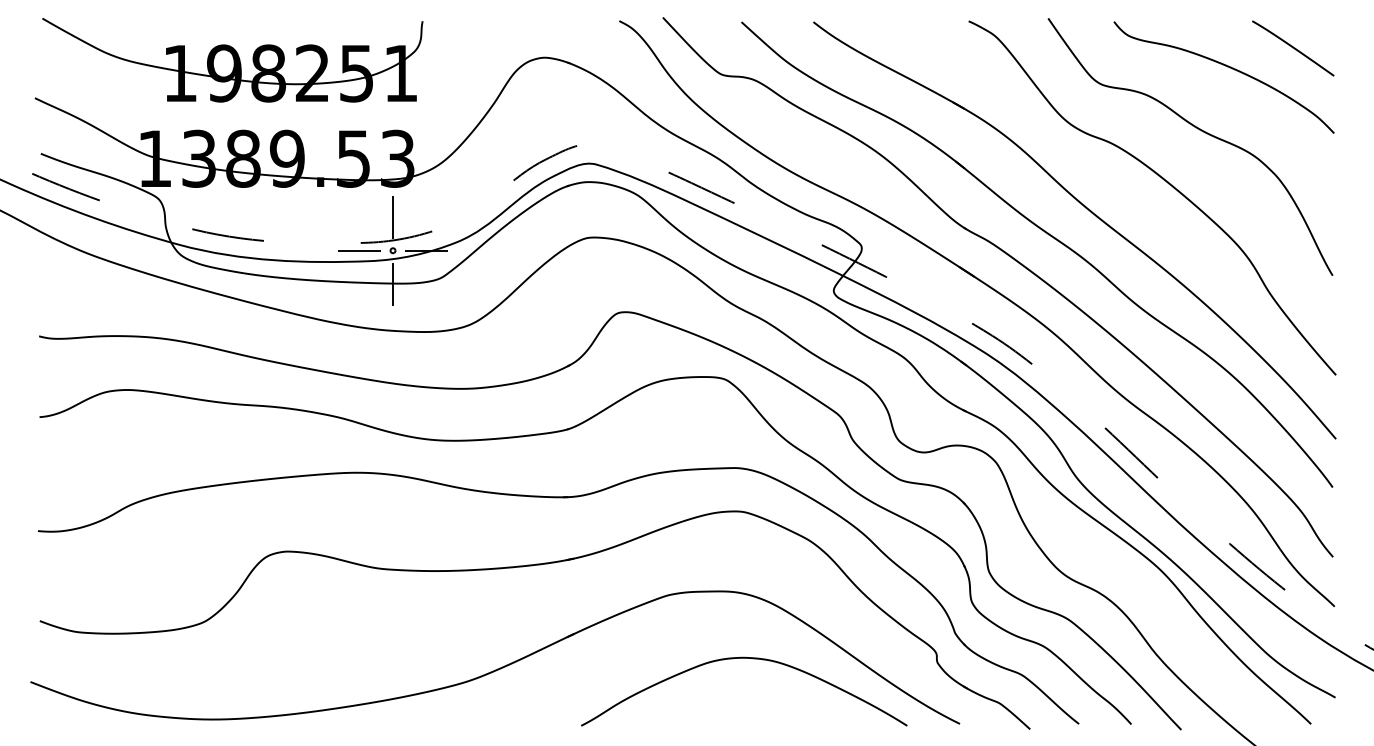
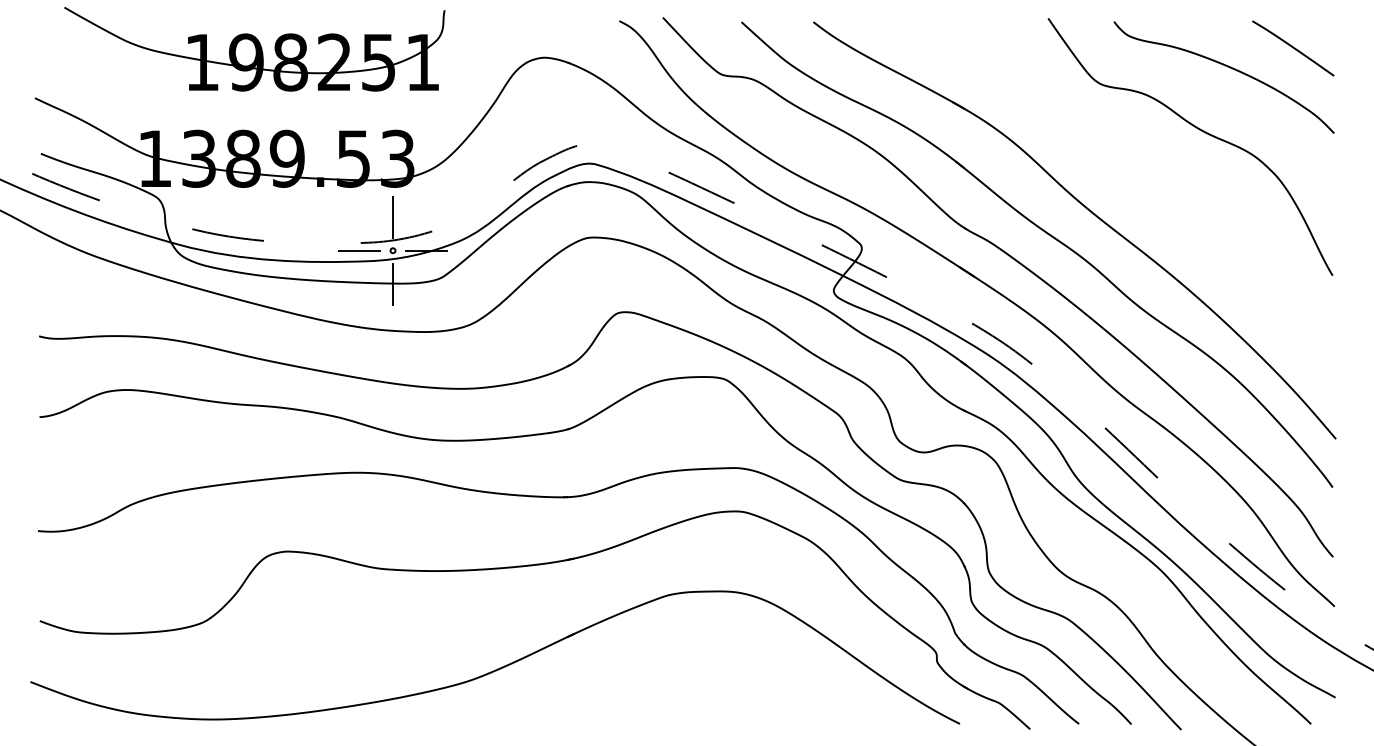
part at (232, 60) position: (232, 60) -> (254, 49)
curve at (1163, 180): present -> none
curve at (752, 659): present -> none
